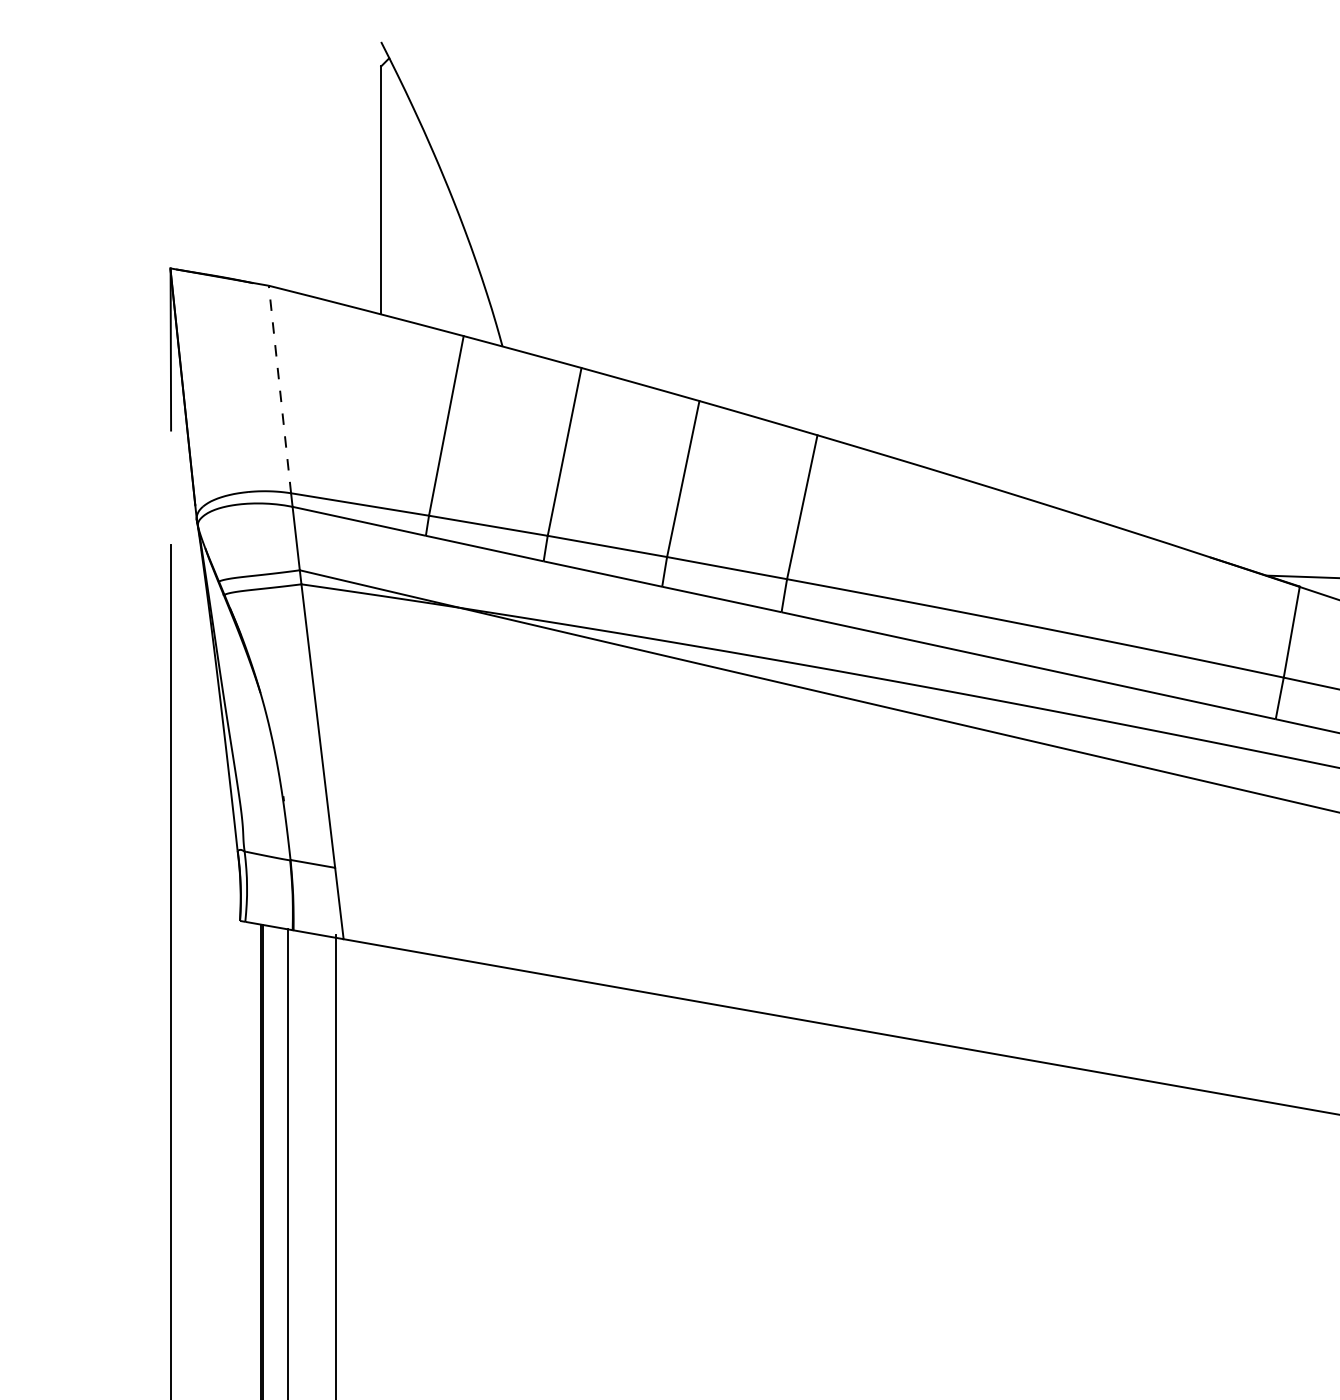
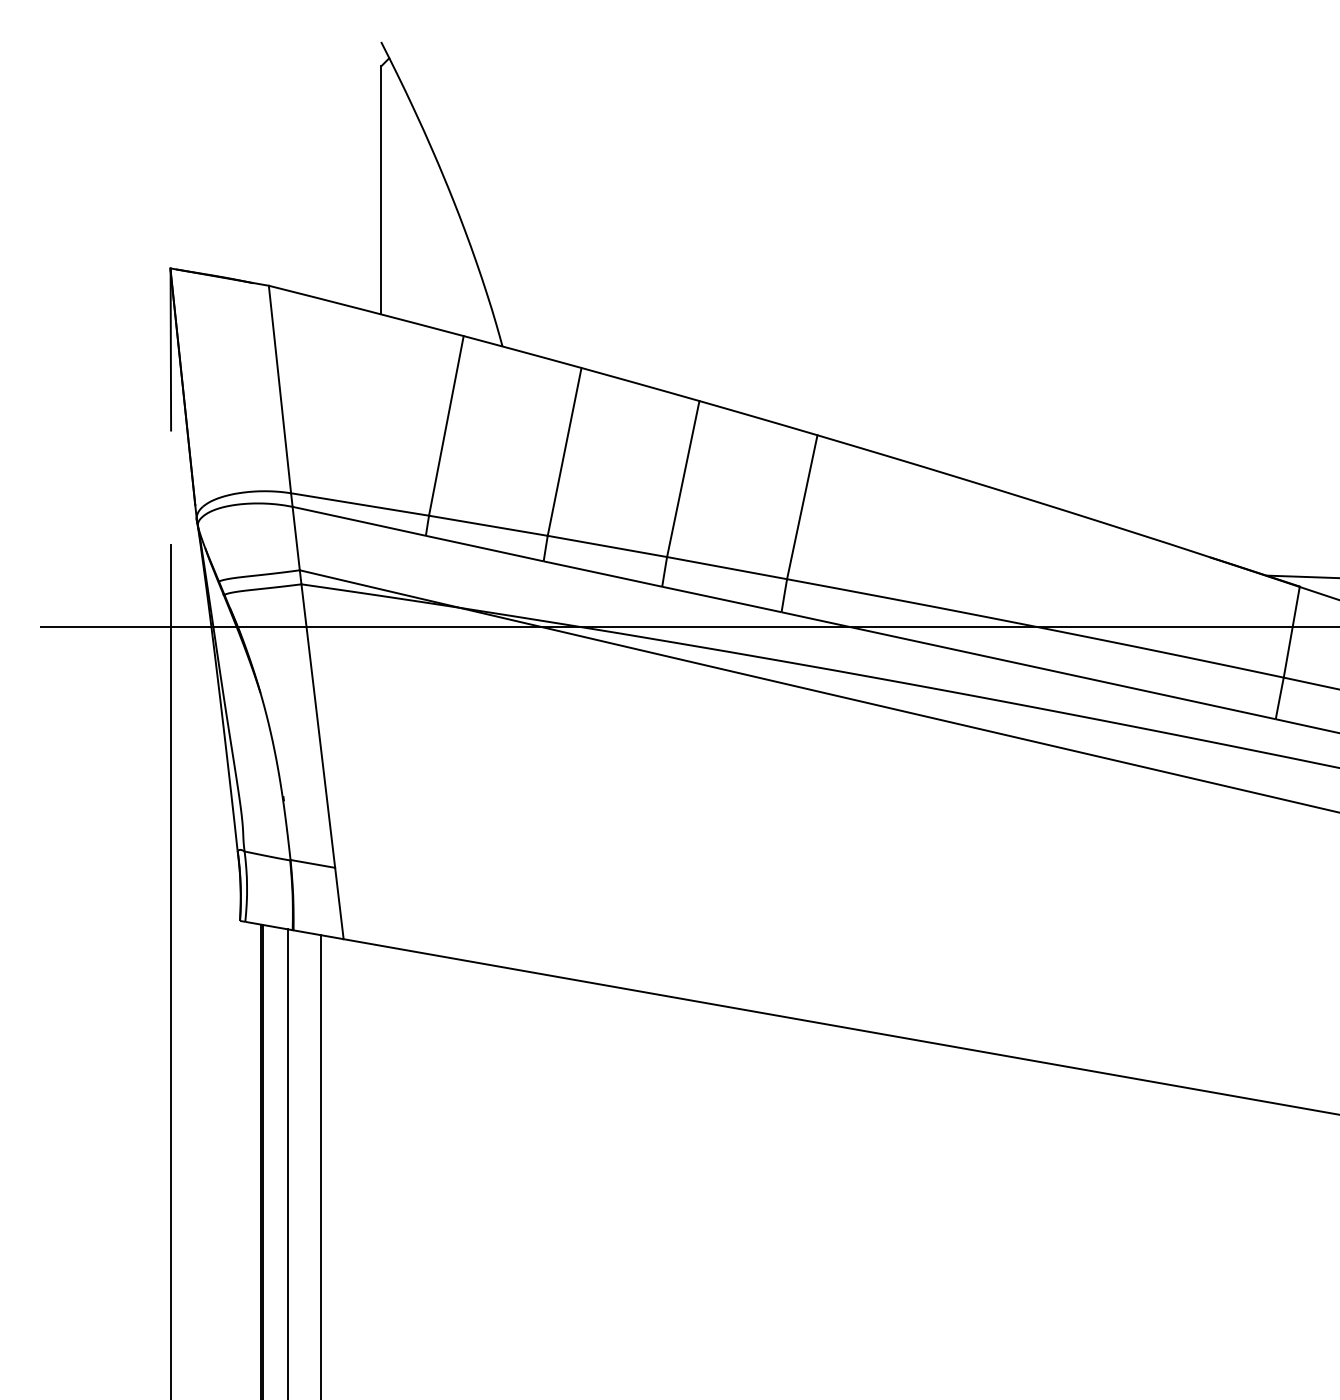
line at (279, 389): dashed -> solid
line at (688, 627): none -> present
line at (336, 1165) position: (336, 1165) -> (321, 1165)
